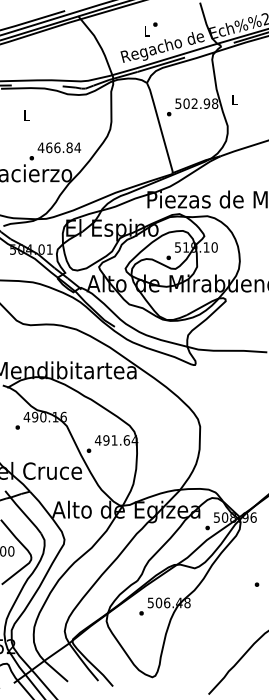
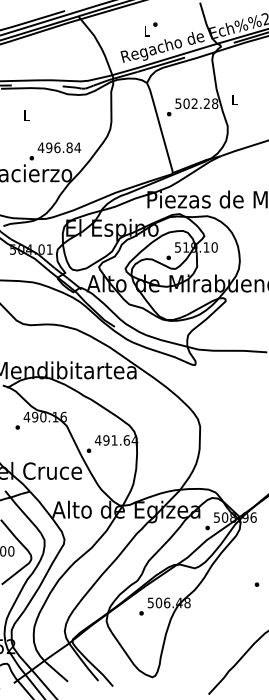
text at (206, 103): 502.98 -> 502.28
text at (49, 147): 466.84 -> 496.84
